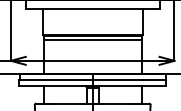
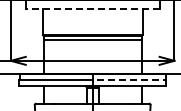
line at (92, 9): solid -> dashed
line at (126, 80): solid -> dashed
